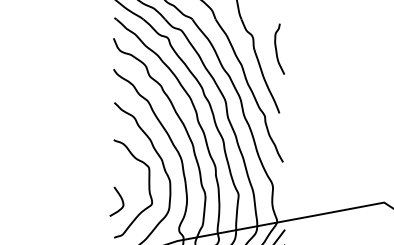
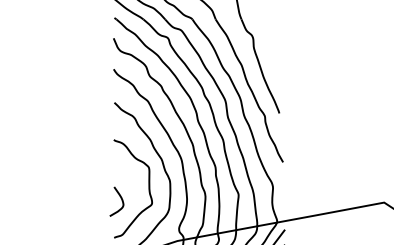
curve at (277, 50): present -> none
